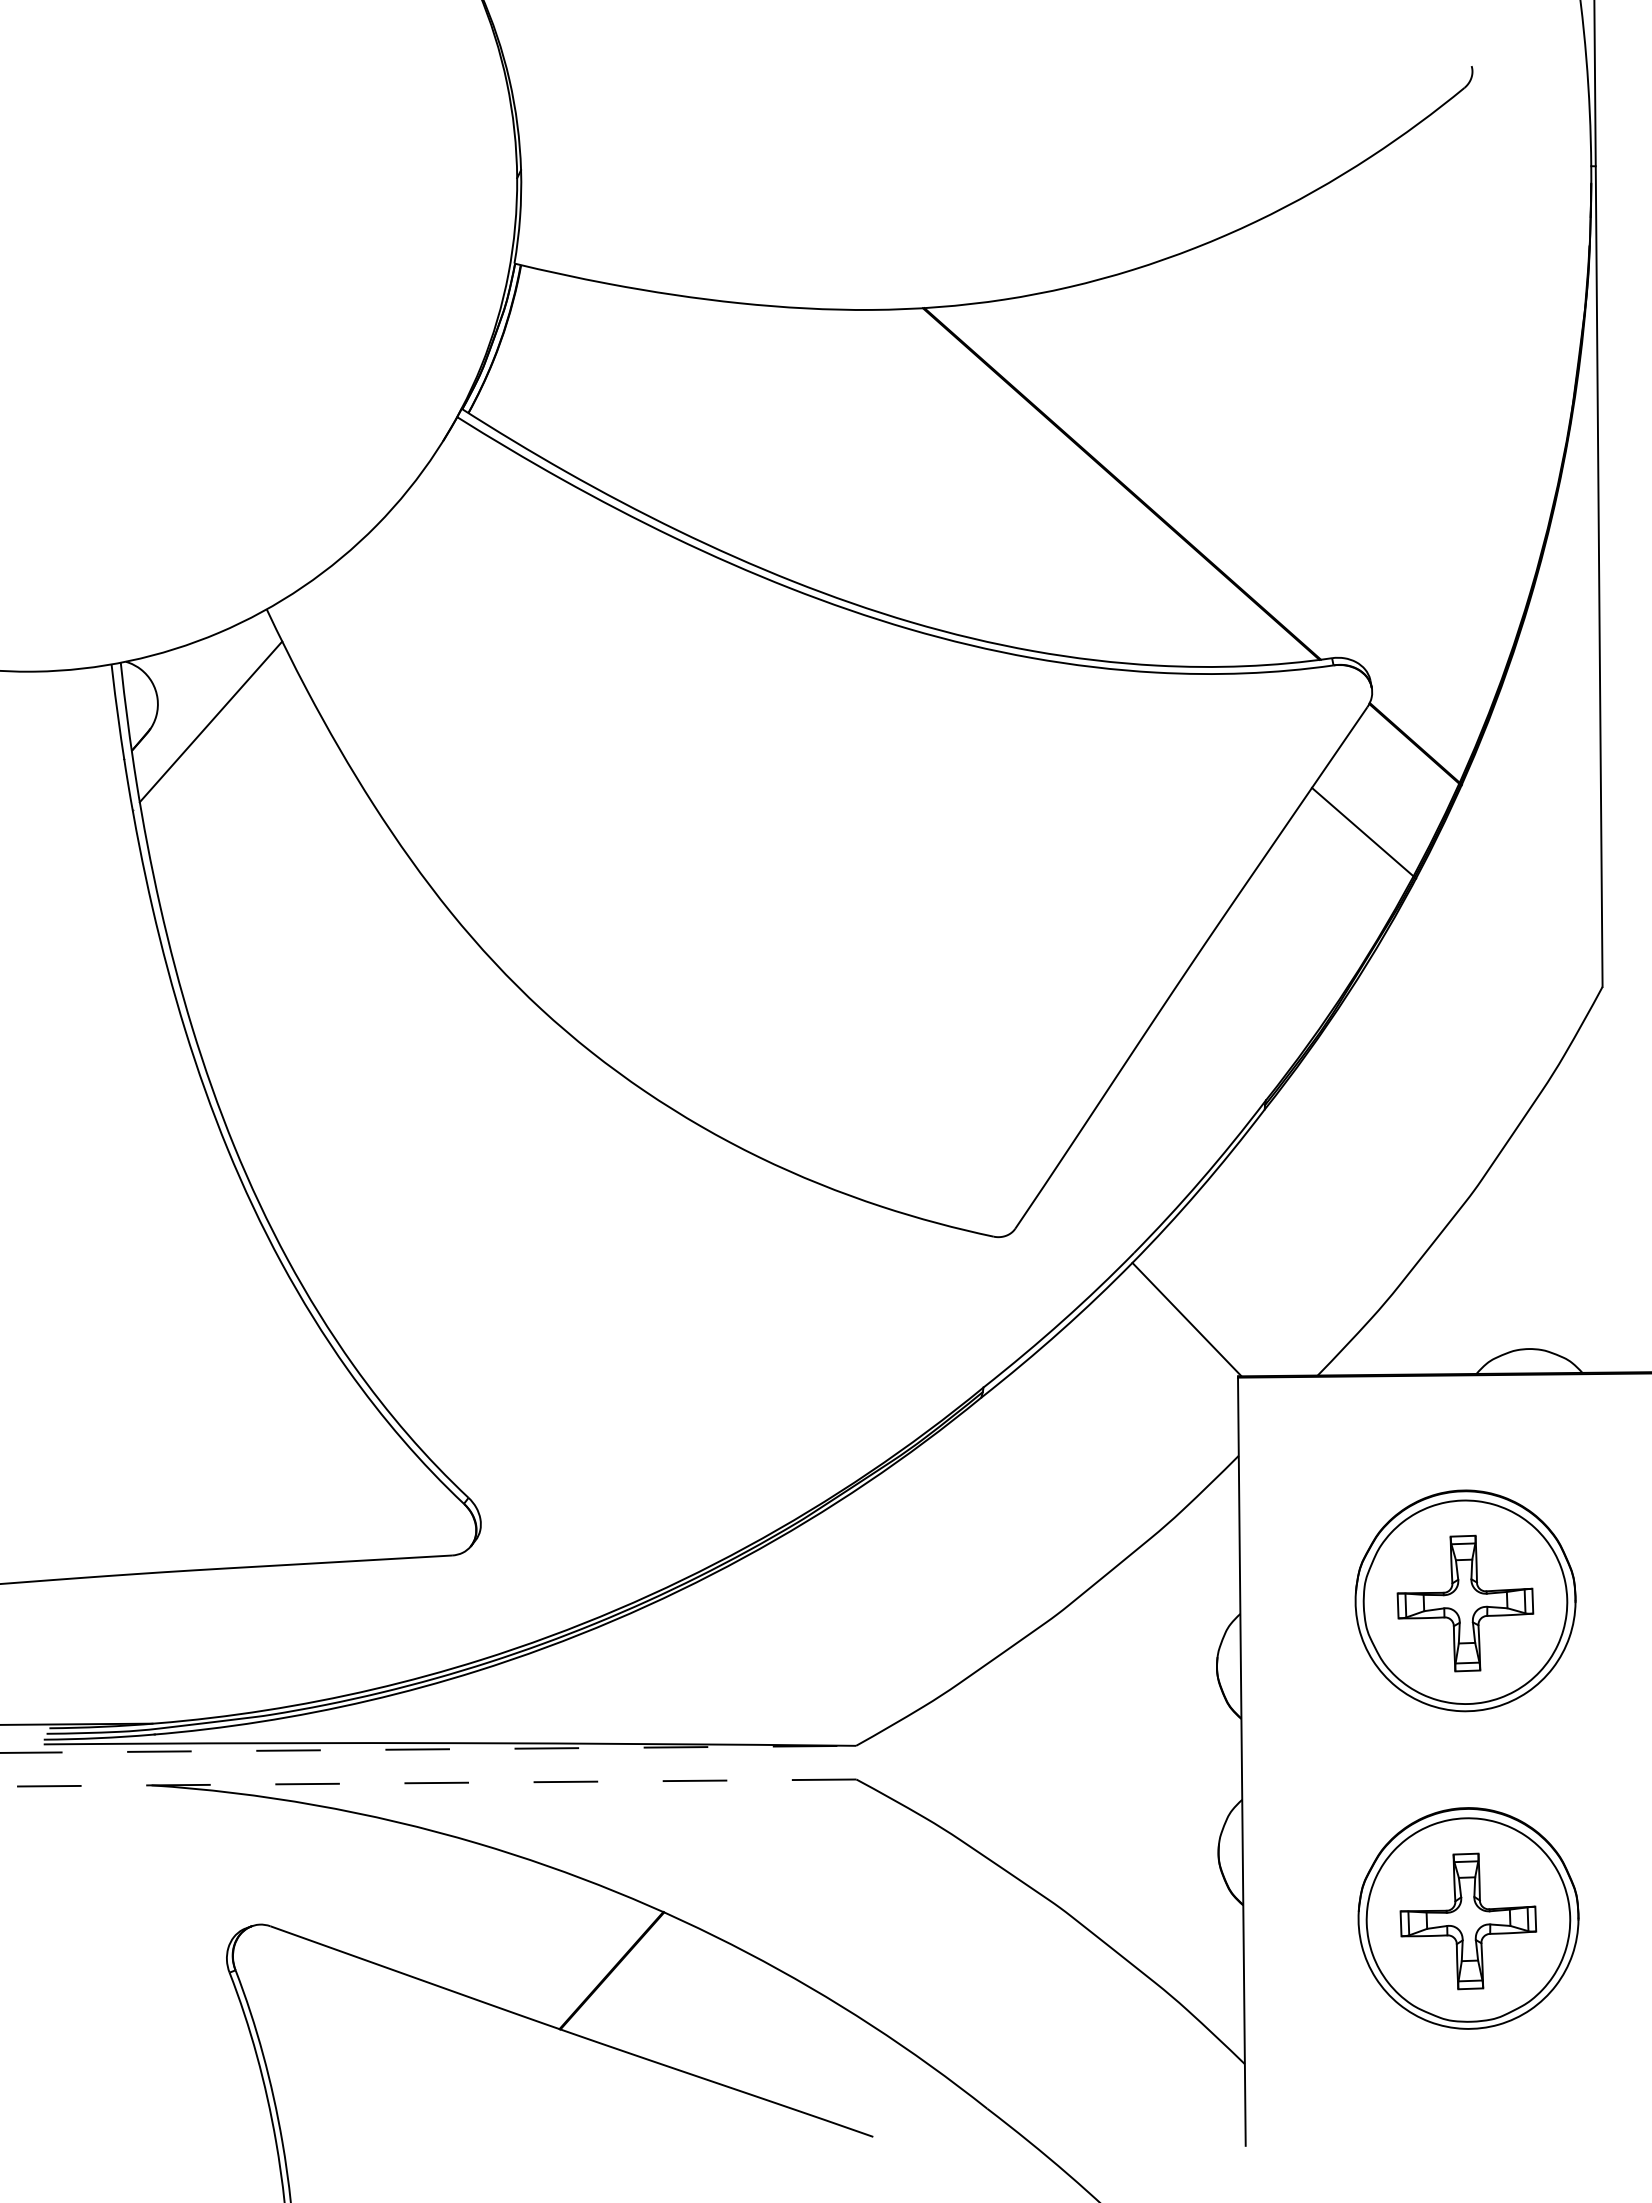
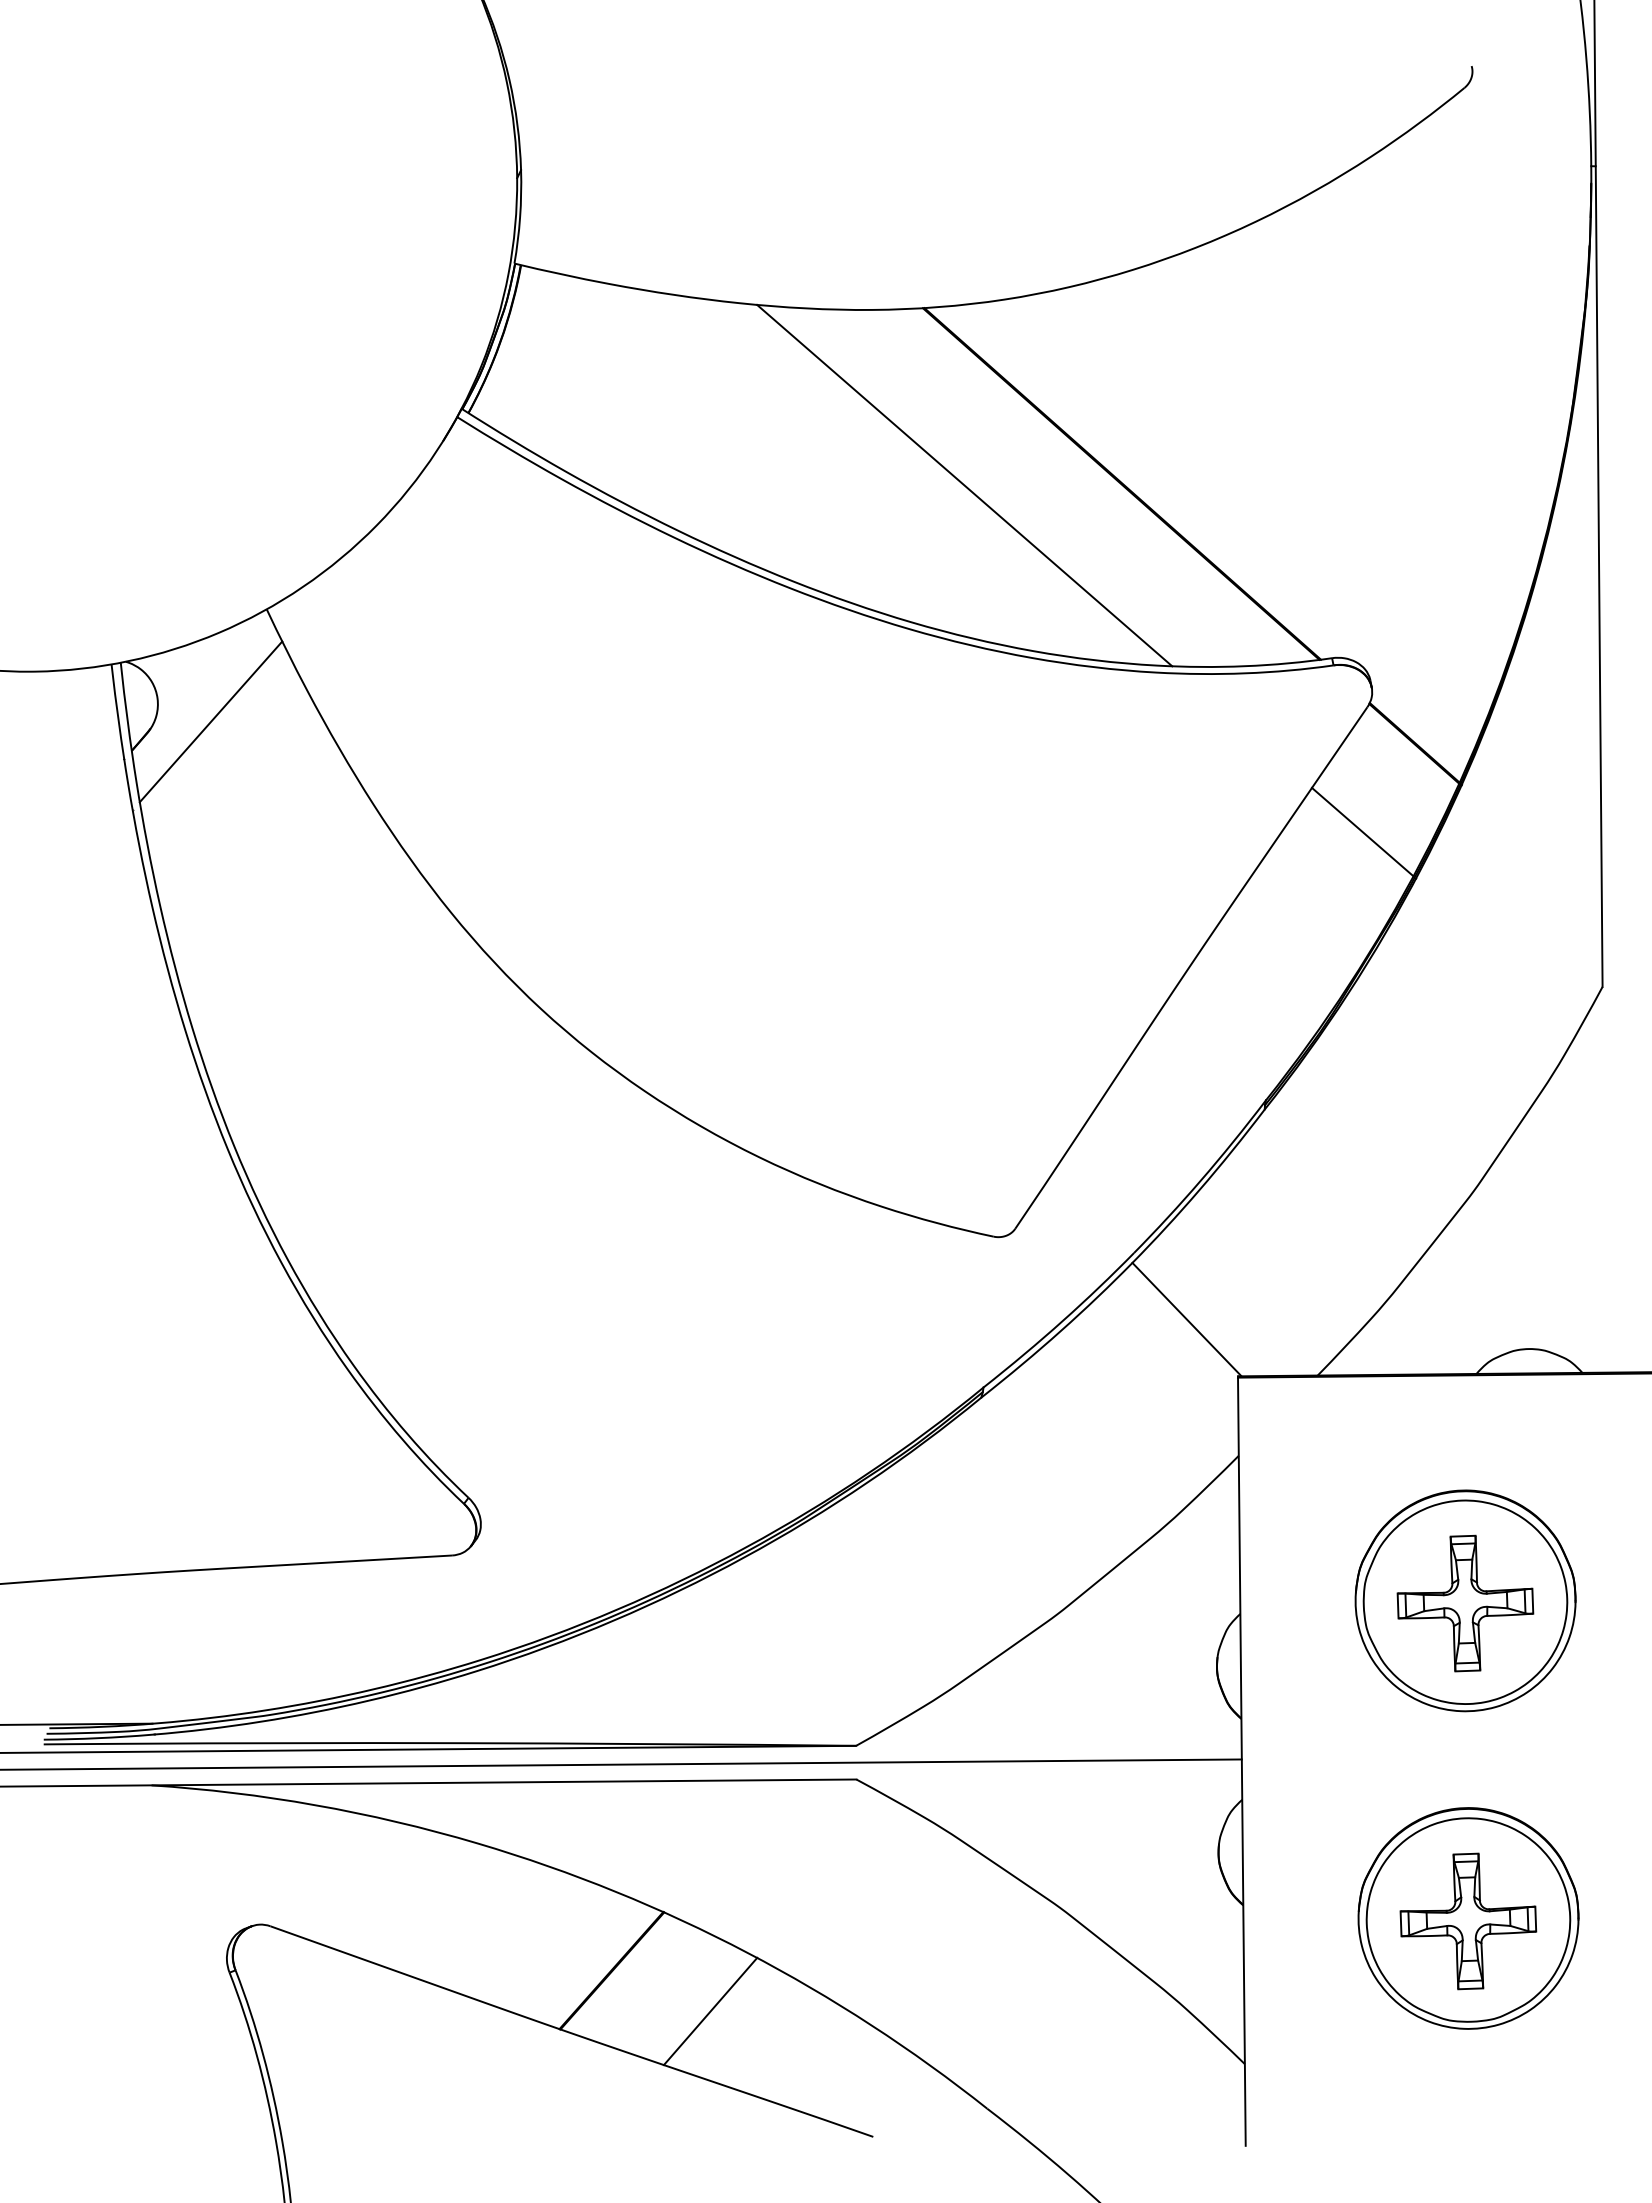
line at (964, 485): none -> present
line at (428, 1749): dashed -> solid
line at (621, 1764): none -> present
line at (428, 1783): dashed -> solid
line at (710, 2011): none -> present
